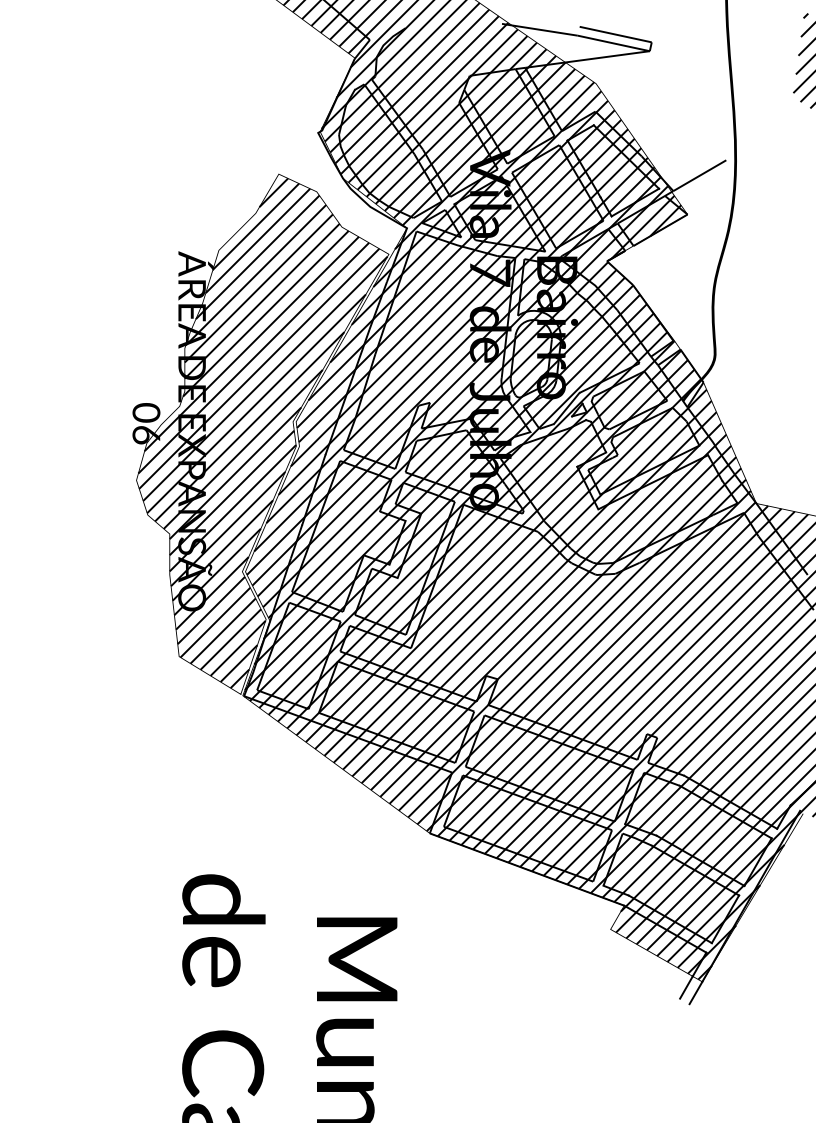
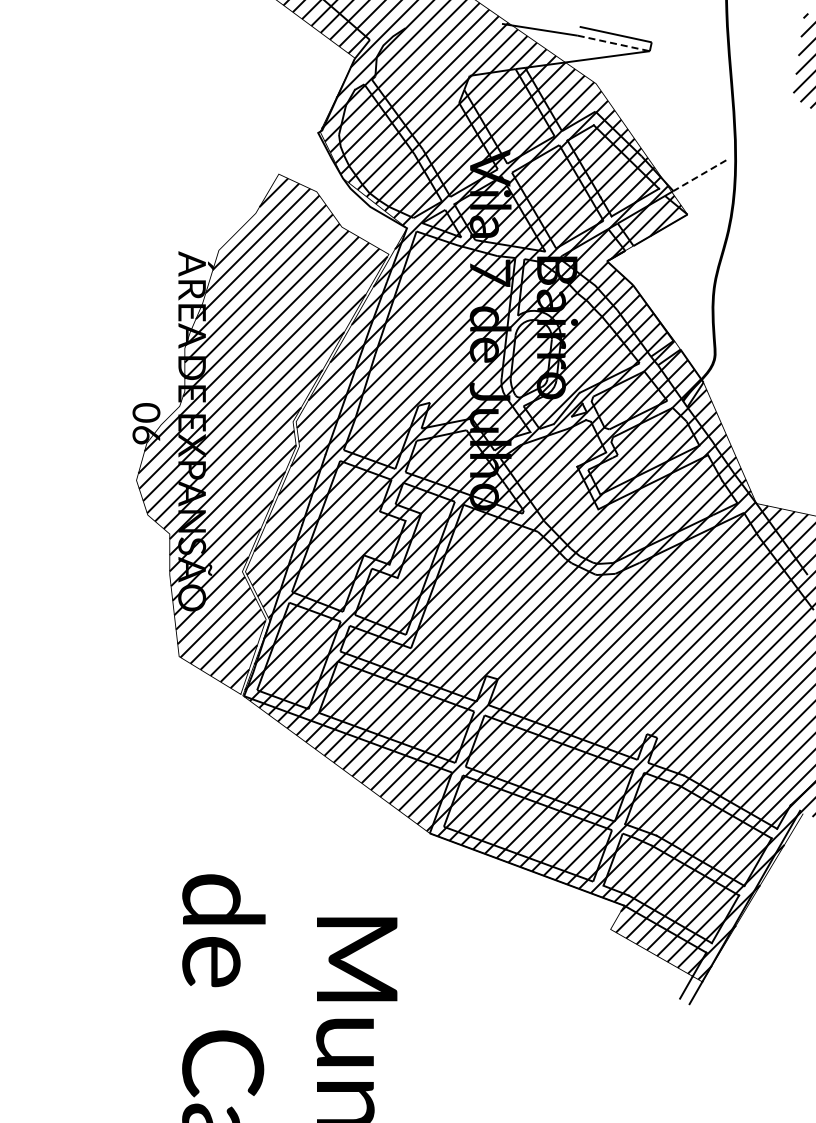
line at (613, 43): solid -> dashed
line at (699, 175): solid -> dashed
